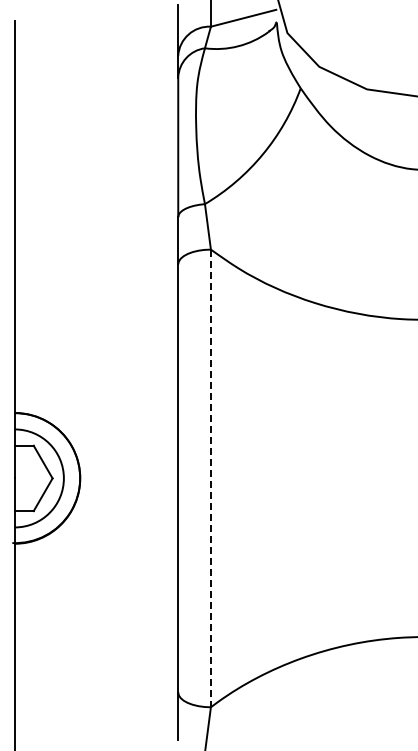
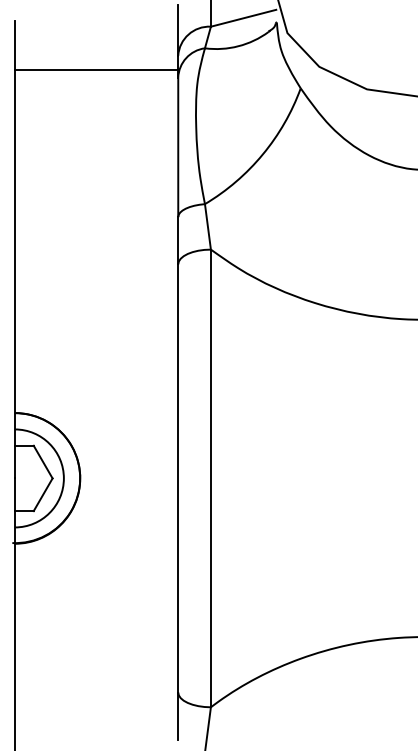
line at (96, 70): none -> present
line at (210, 478): dashed -> solid
